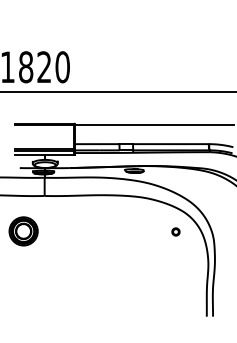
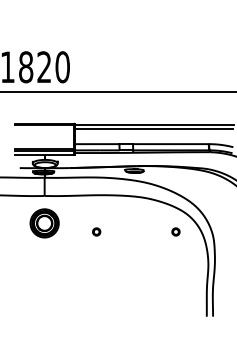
line at (153, 128): none -> present
part at (23, 231) position: (23, 231) -> (44, 223)
part at (96, 231): none -> present
